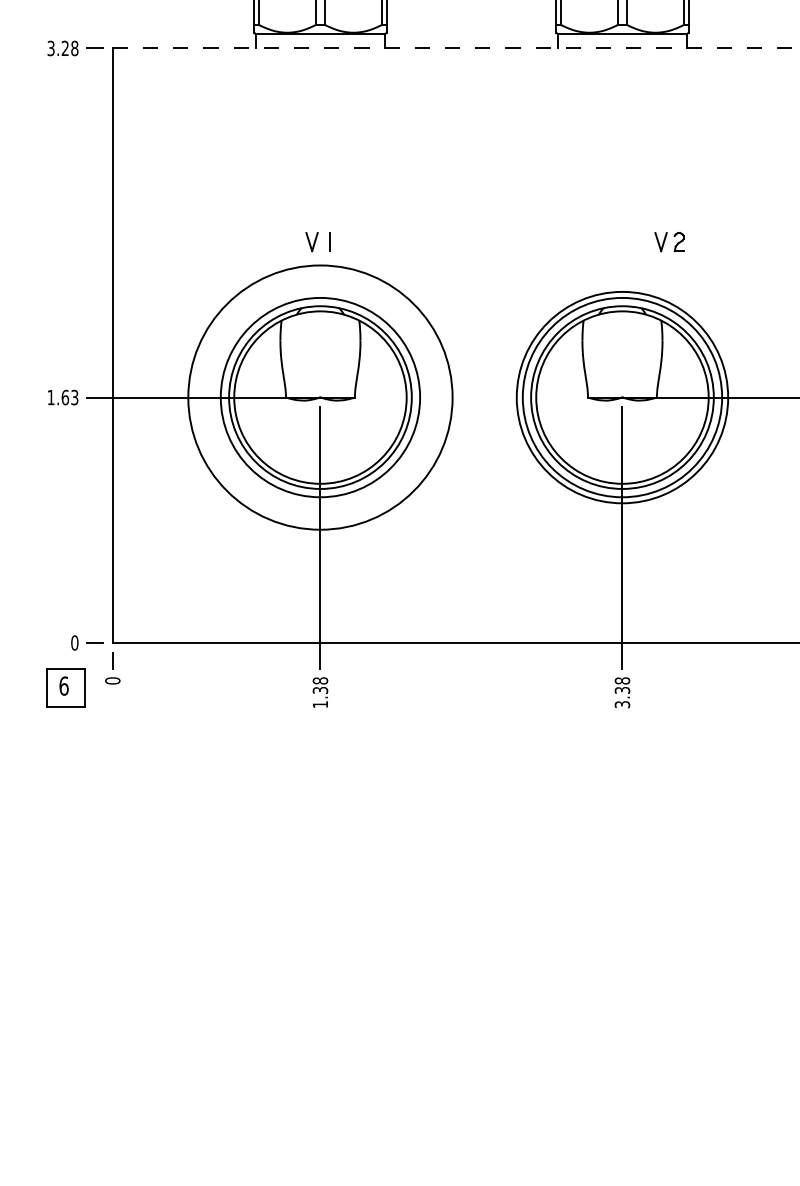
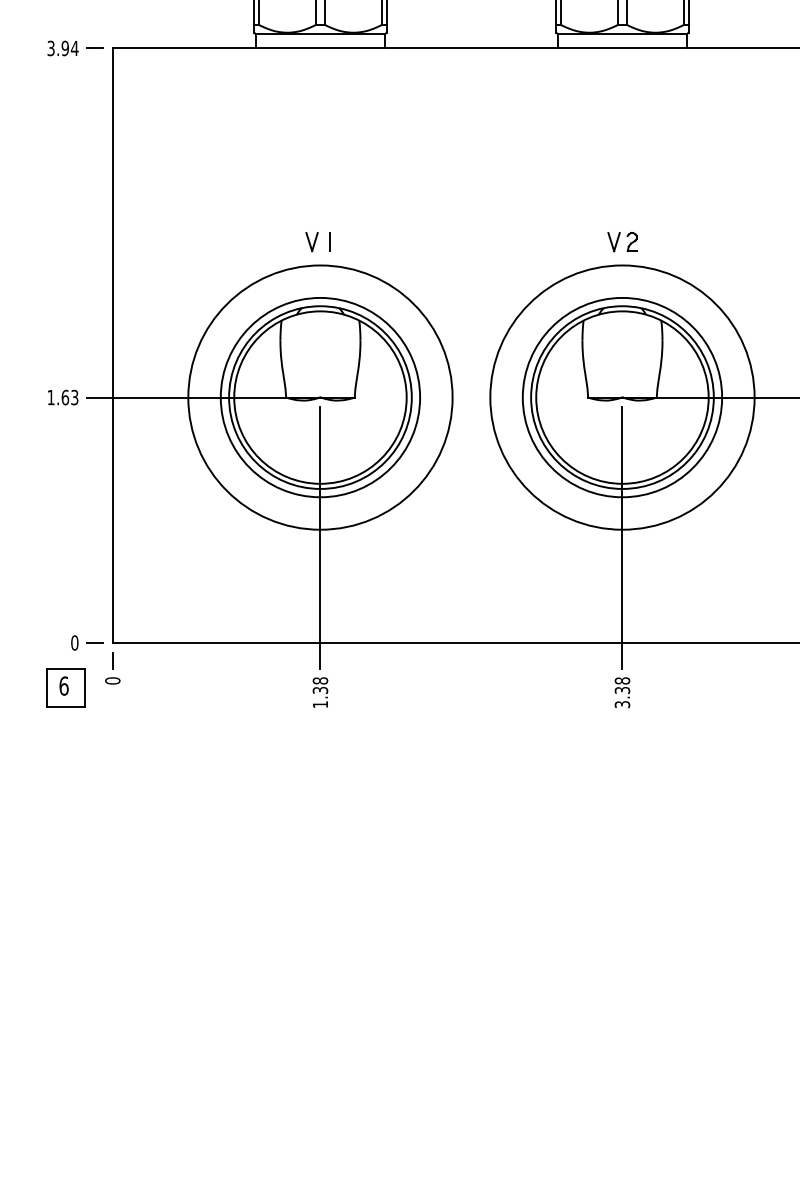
text at (69, 48): 3.28 -> 3.94
line at (456, 48): dashed -> solid
part at (669, 242) position: (669, 242) -> (622, 242)
circle at (622, 397) diameter: 211 px -> 264 px
